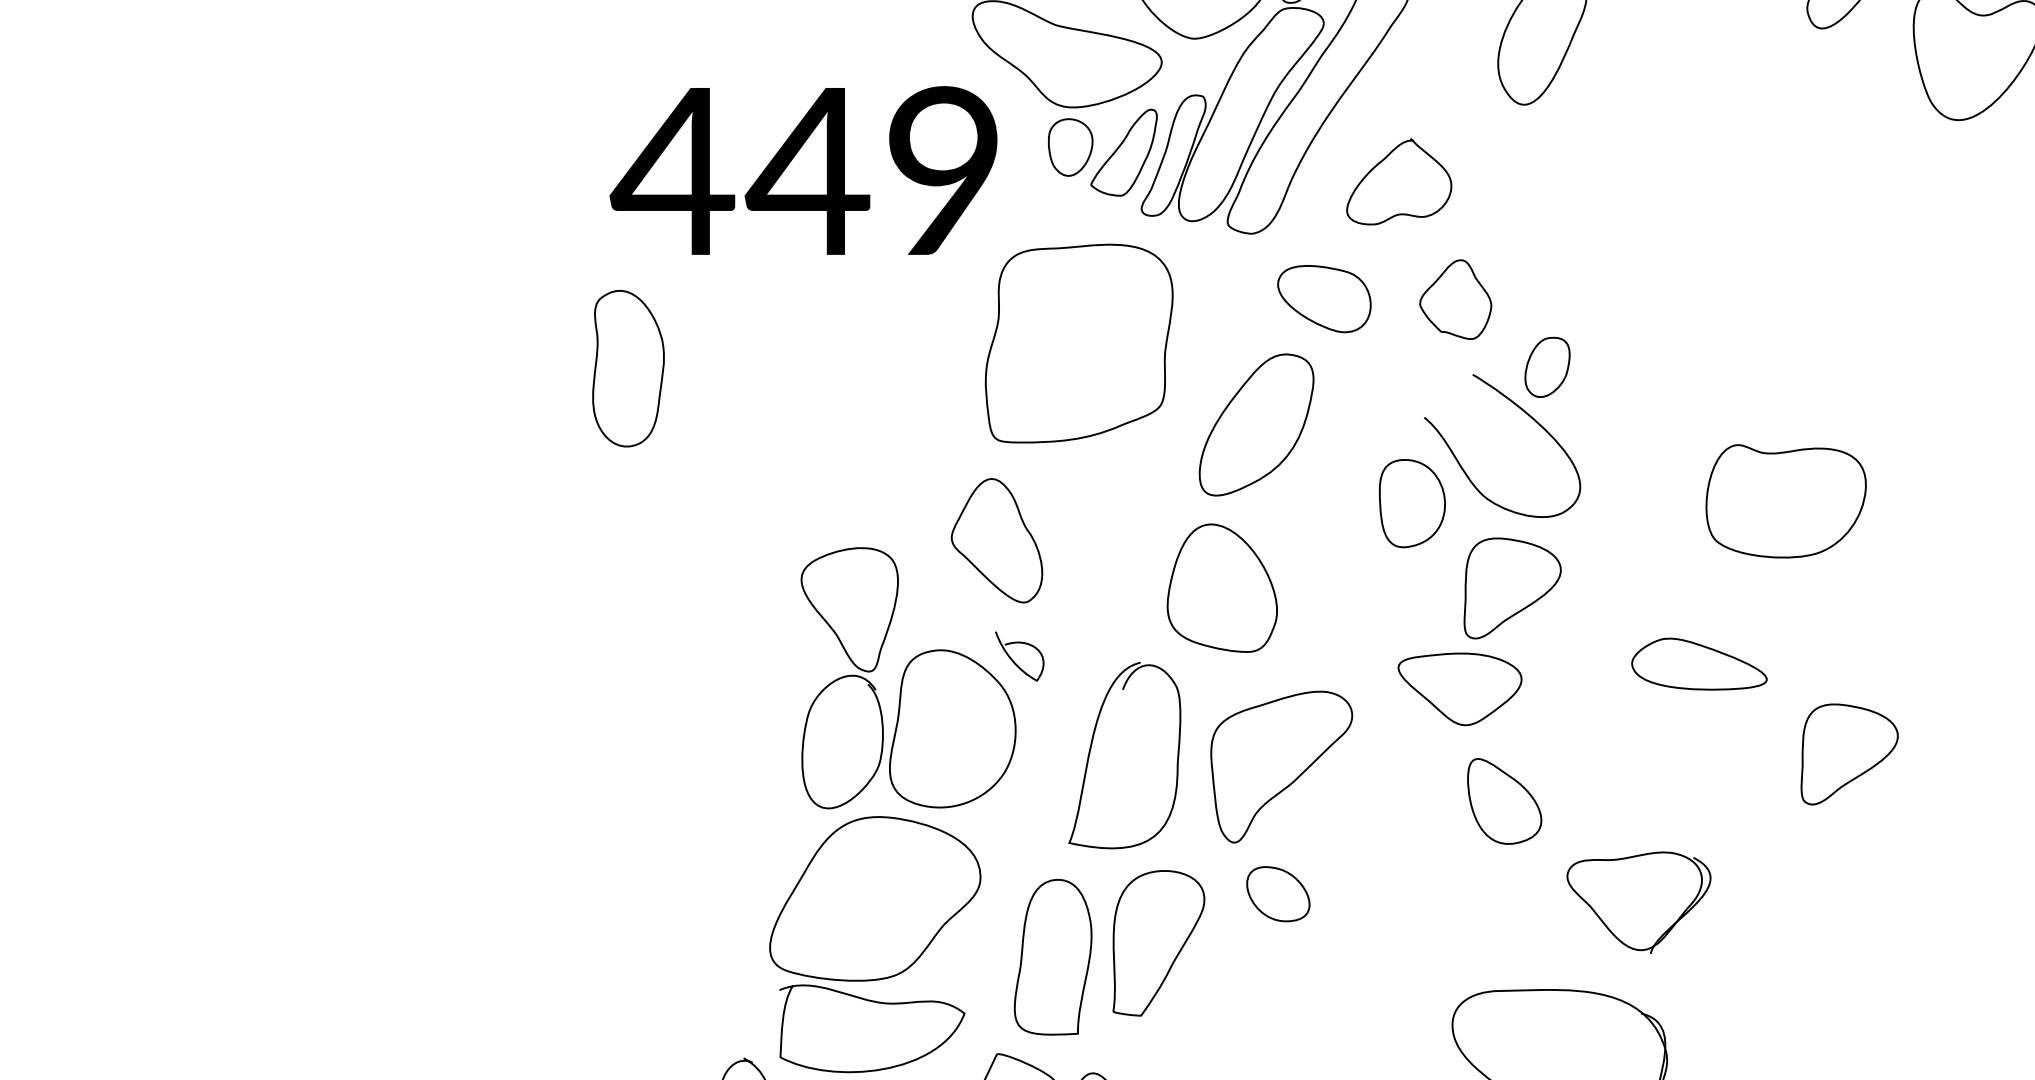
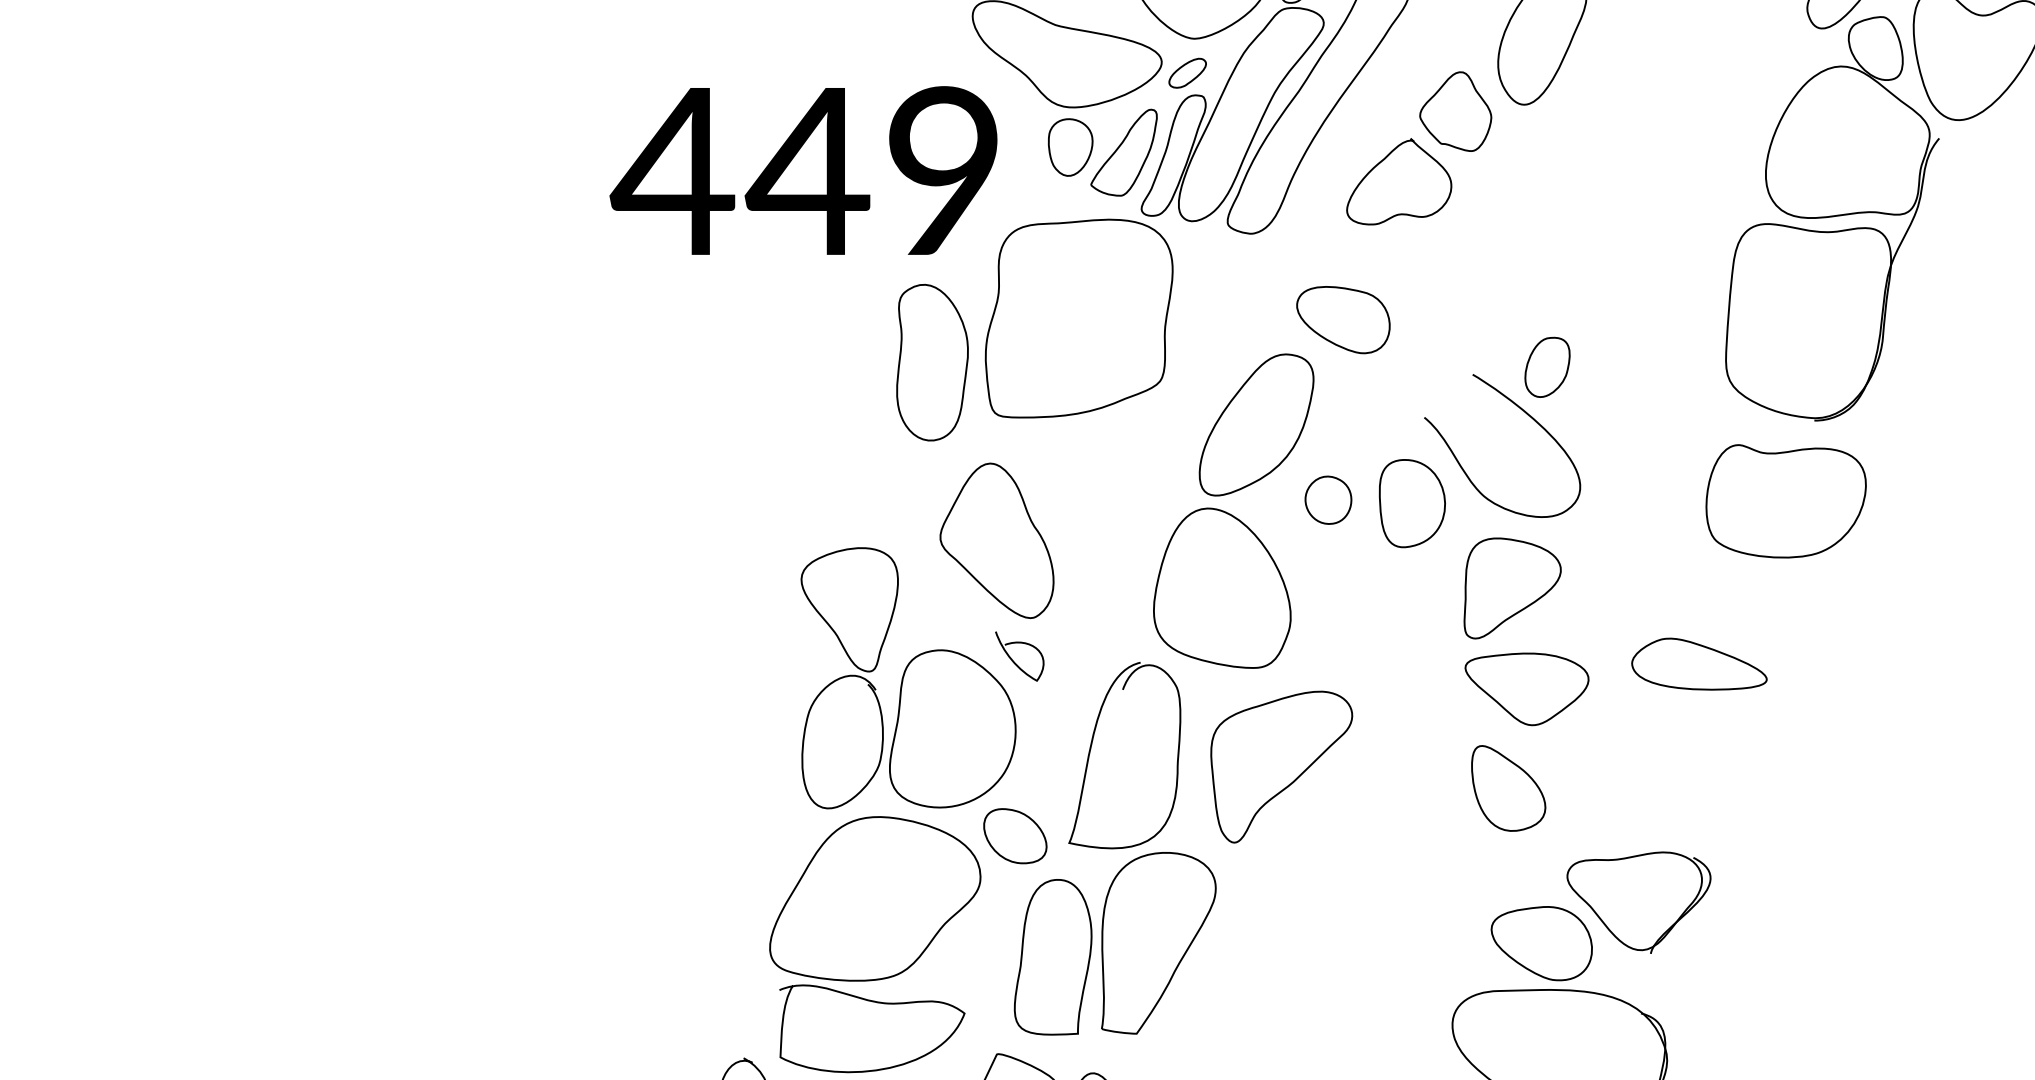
part at (1187, 72): none -> present
part at (1832, 218): none -> present
part at (1324, 299) position: (1324, 299) -> (1343, 320)
part at (1455, 299) position: (1455, 299) -> (1455, 111)
part at (1078, 343) position: (1078, 343) -> (1078, 318)
part at (628, 368) position: (628, 368) -> (932, 362)
part at (1328, 499): none -> present
part at (996, 540) size: 94x126 px -> 116x157 px
part at (1221, 587) size: 112x130 px -> 139x162 px
part at (1459, 689) position: (1459, 689) -> (1526, 689)
part at (1849, 754): present -> none
part at (1504, 801) position: (1504, 801) -> (1508, 788)
part at (1278, 894) position: (1278, 894) -> (1015, 836)
part at (1158, 943) size: 94x147 px -> 116x183 px
part at (1541, 943): none -> present
